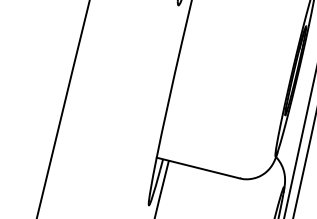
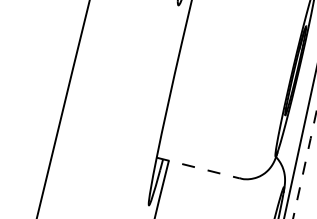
arc at (305, 164): solid -> dashed
line at (198, 168): solid -> dashed
